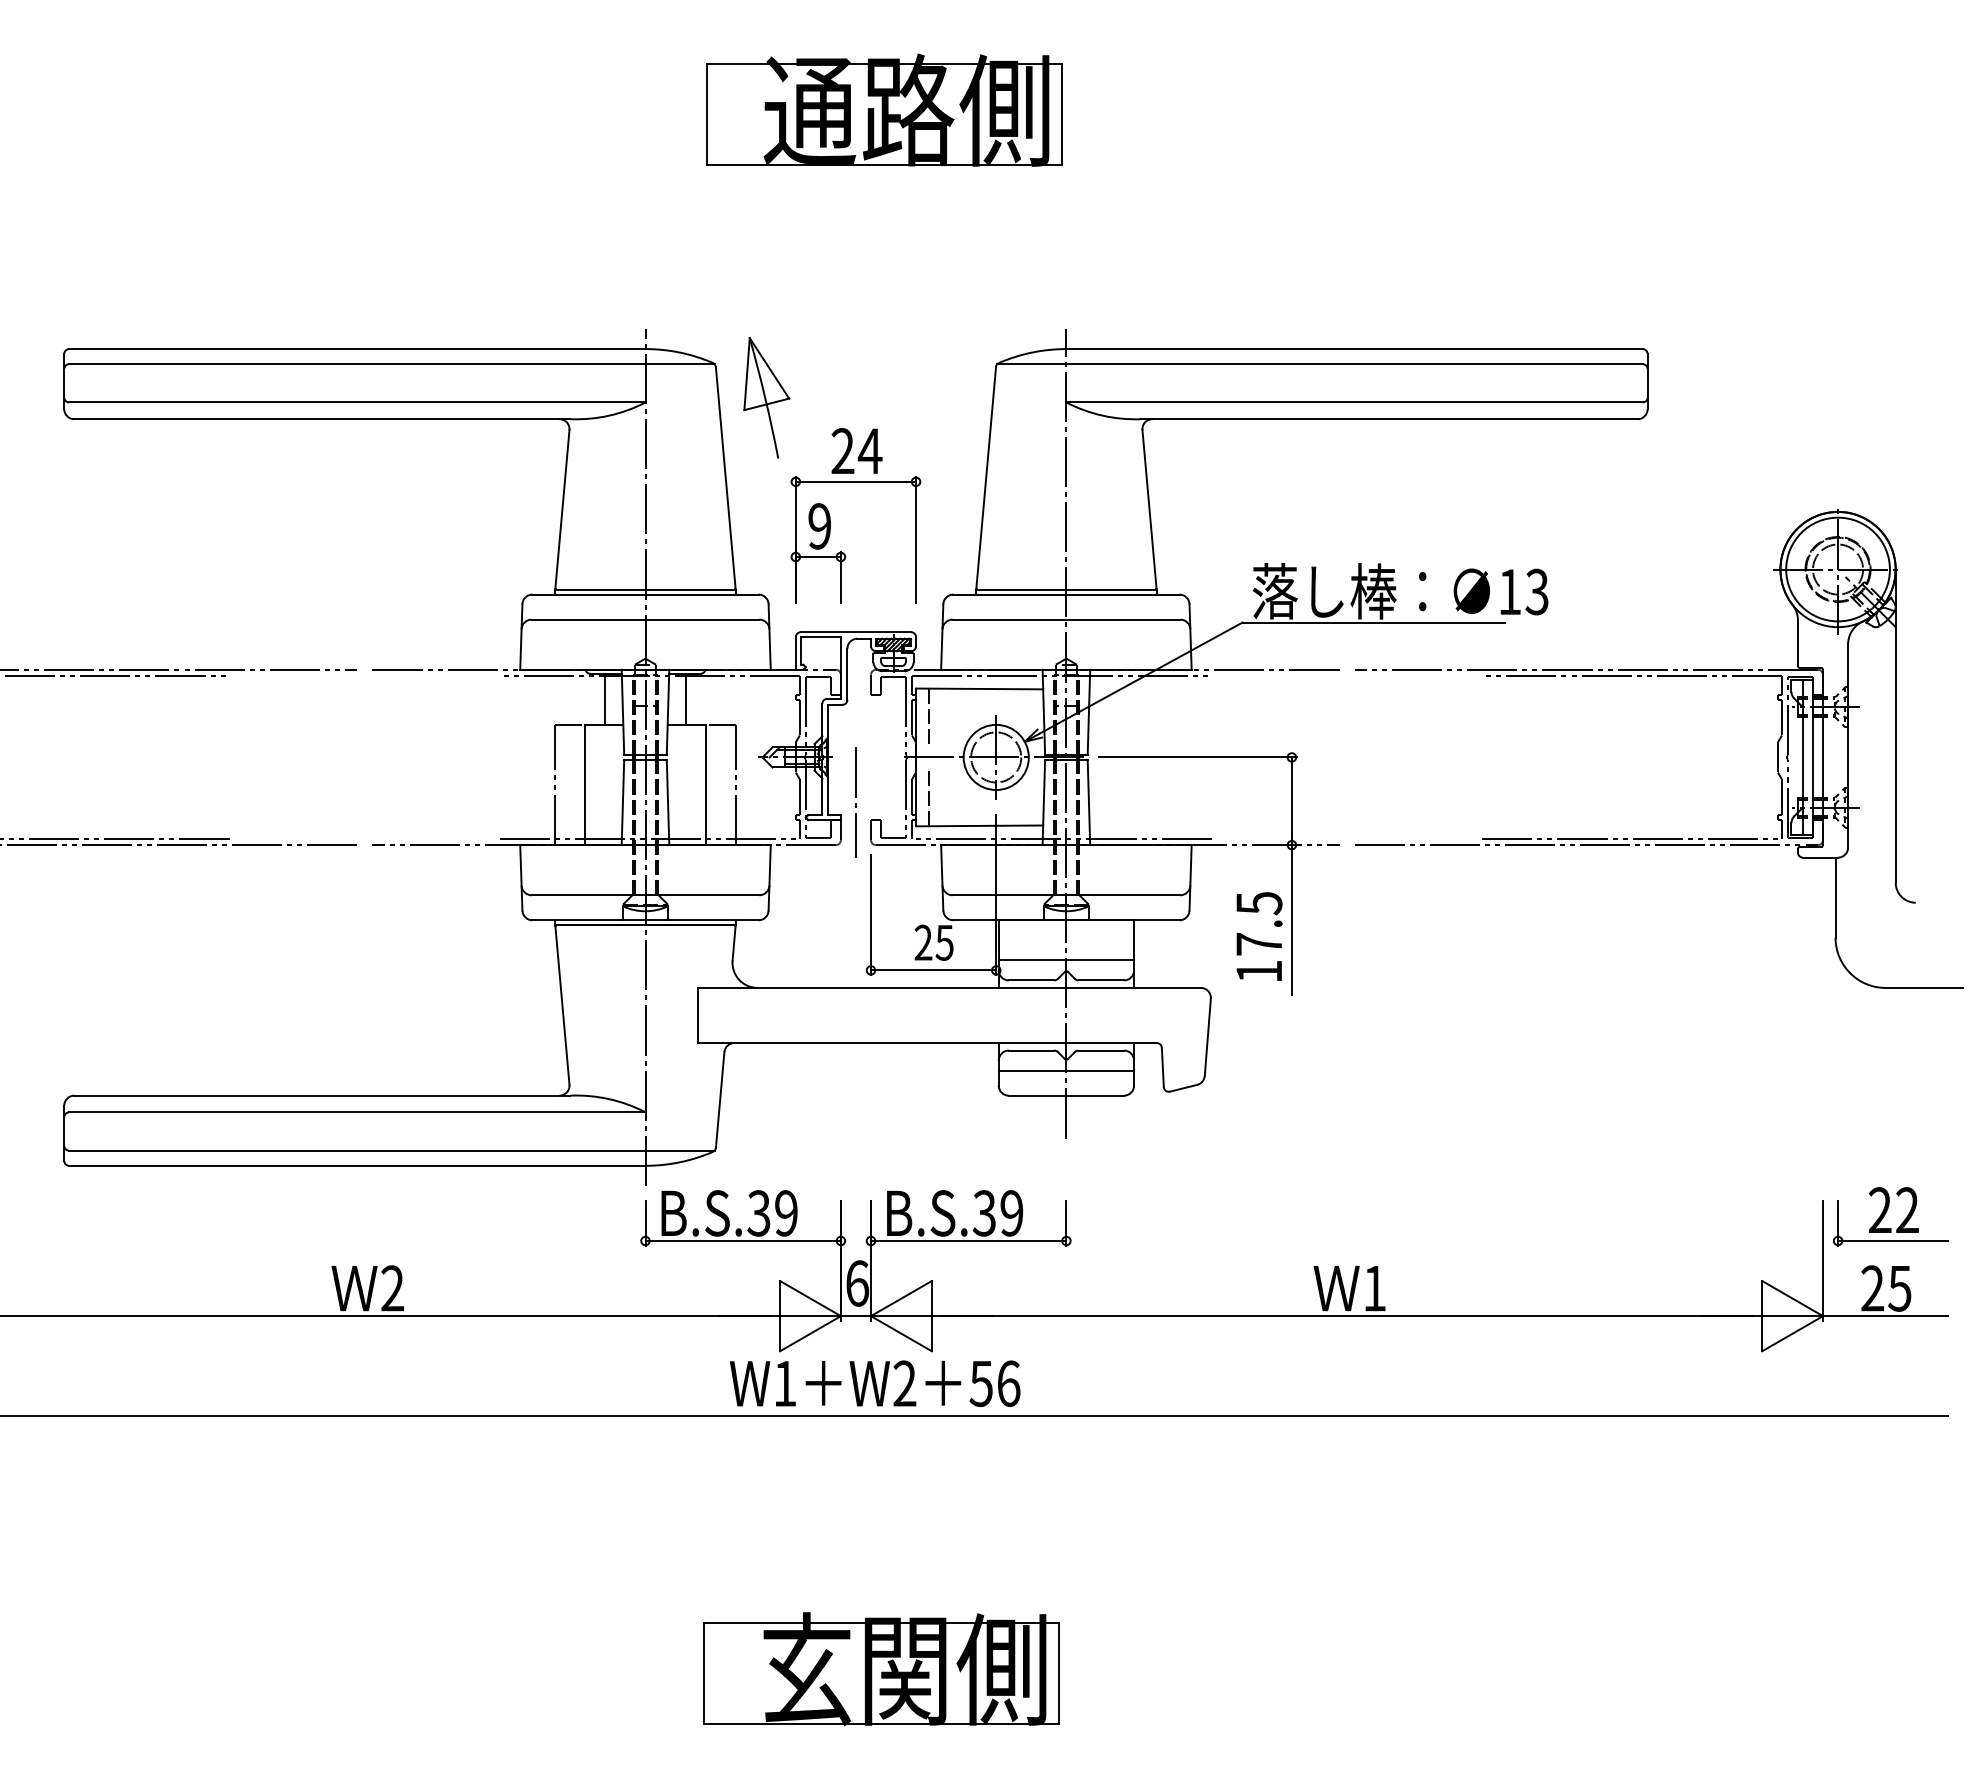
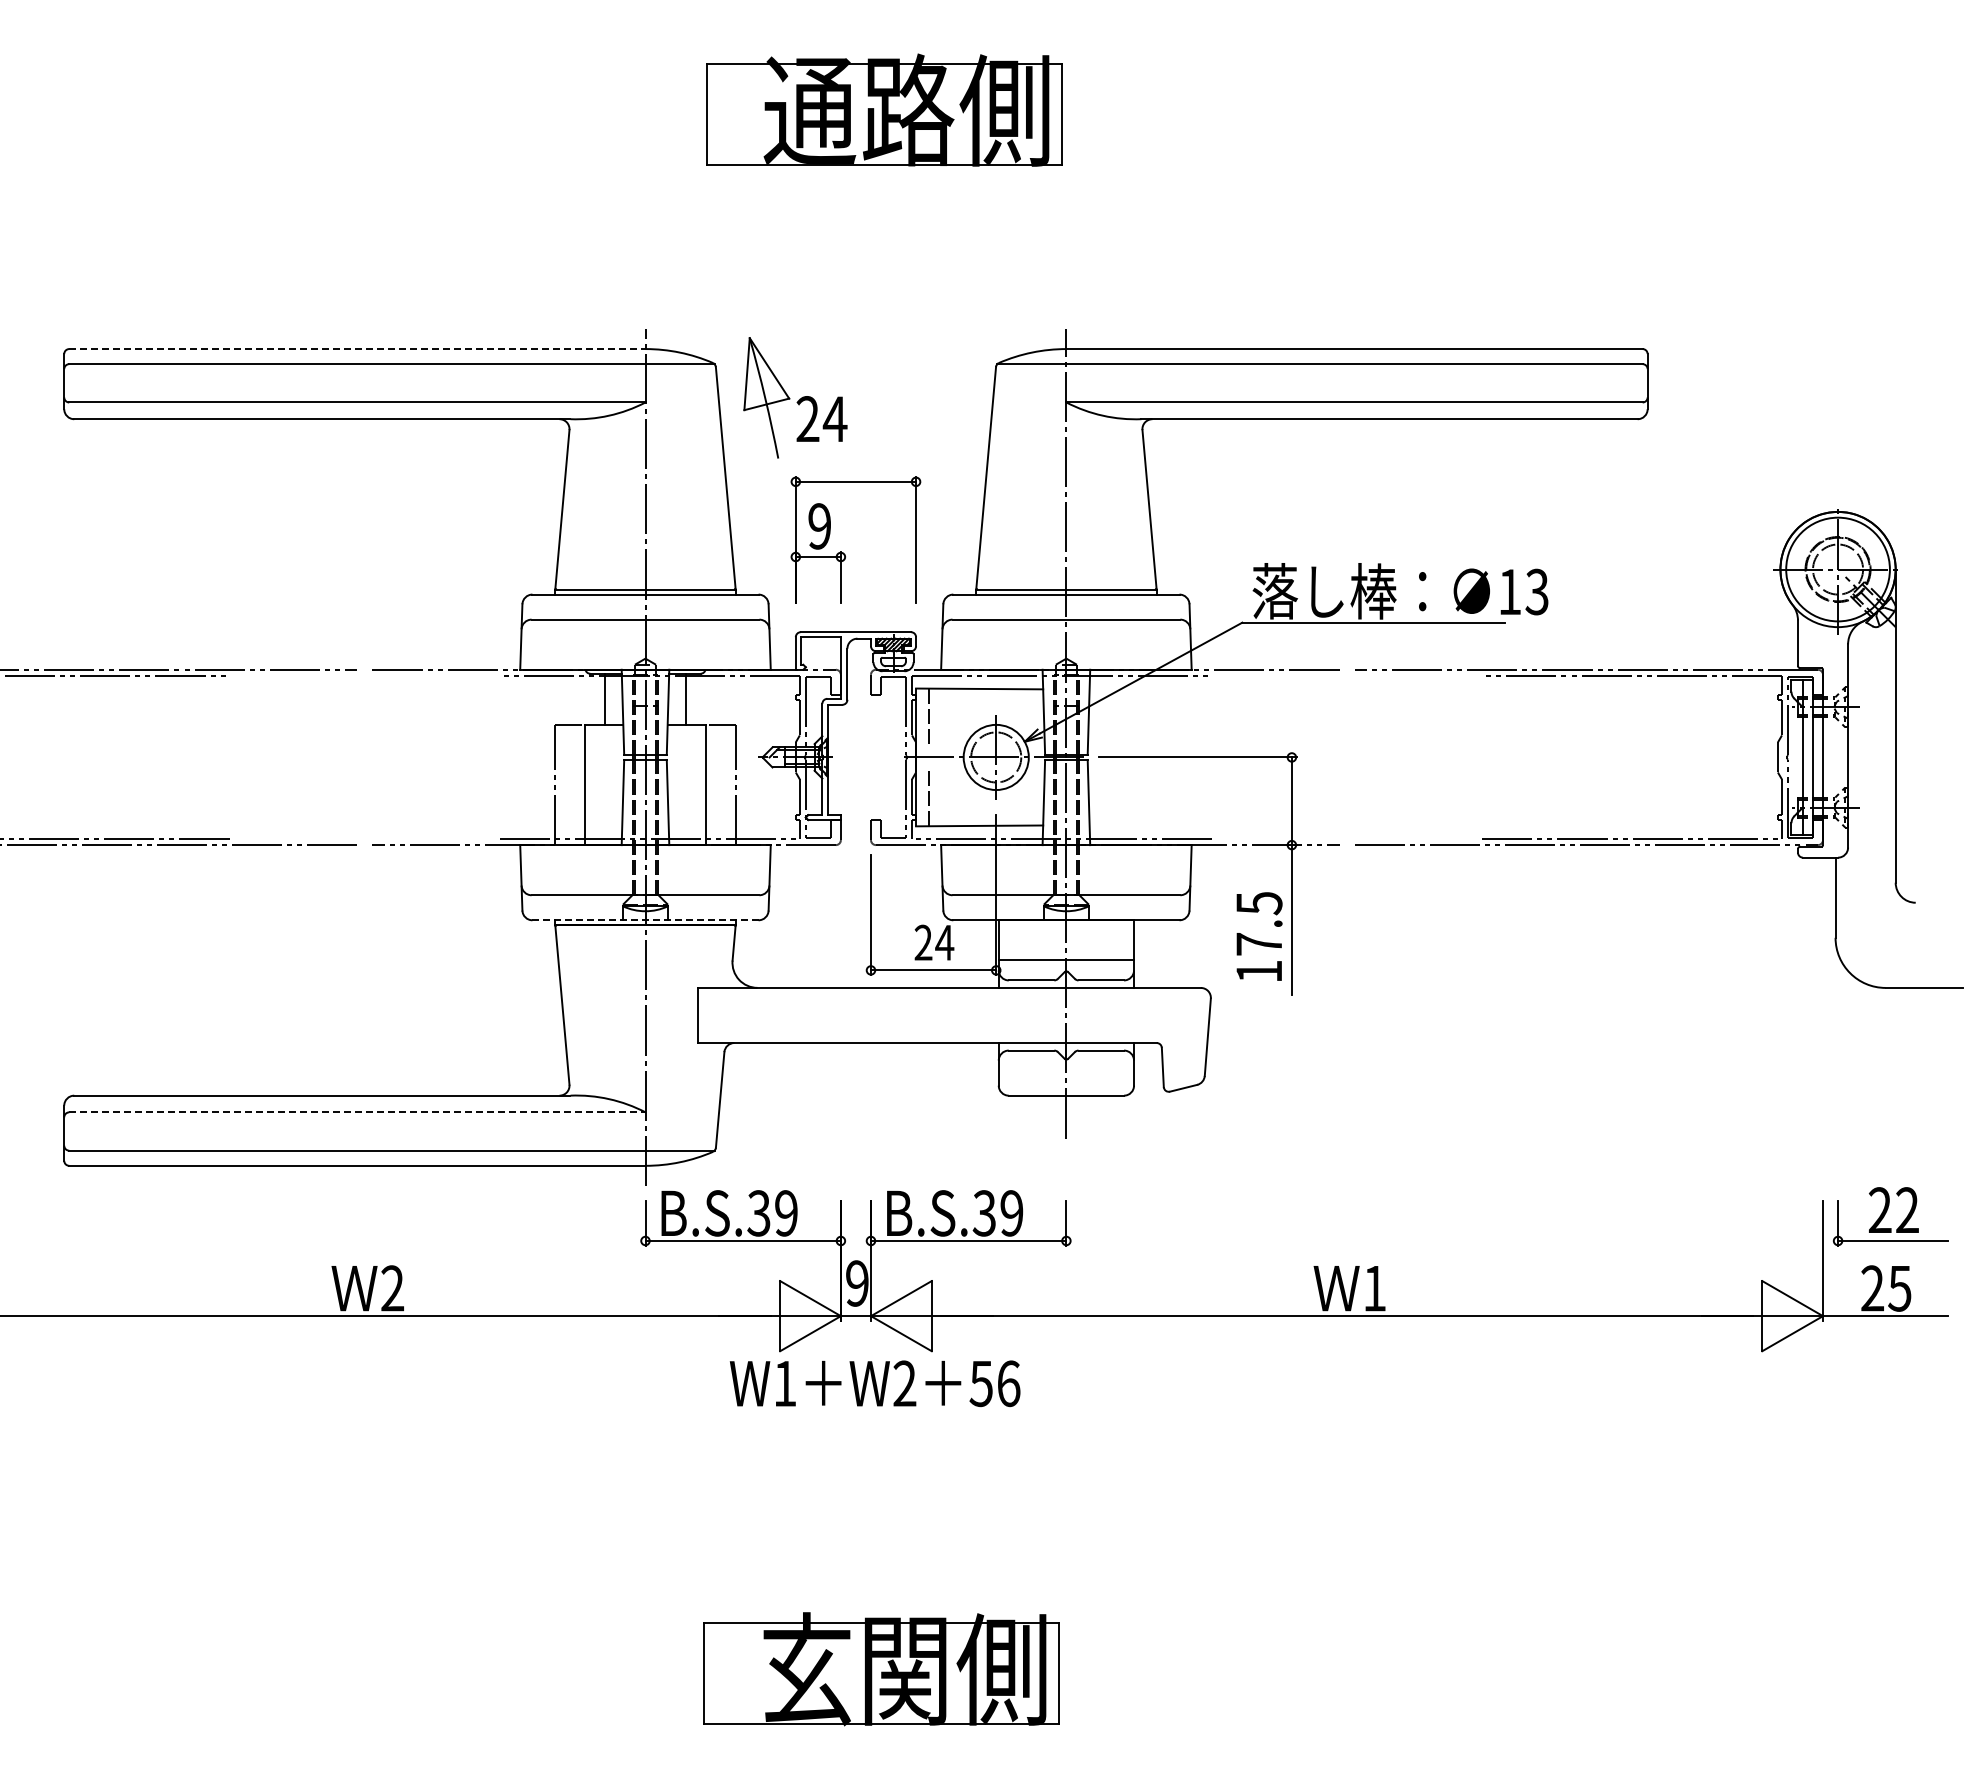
line at (357, 349): solid -> dashed
text at (856, 450) position: (856, 450) -> (821, 418)
line at (855, 802): present -> none
line at (646, 920): solid -> dashed
text at (944, 942): 25 -> 24
line at (1066, 1070): present -> none
line at (357, 1112): solid -> dashed
text at (857, 1283): 6 -> 9
line at (975, 1416): present -> none
